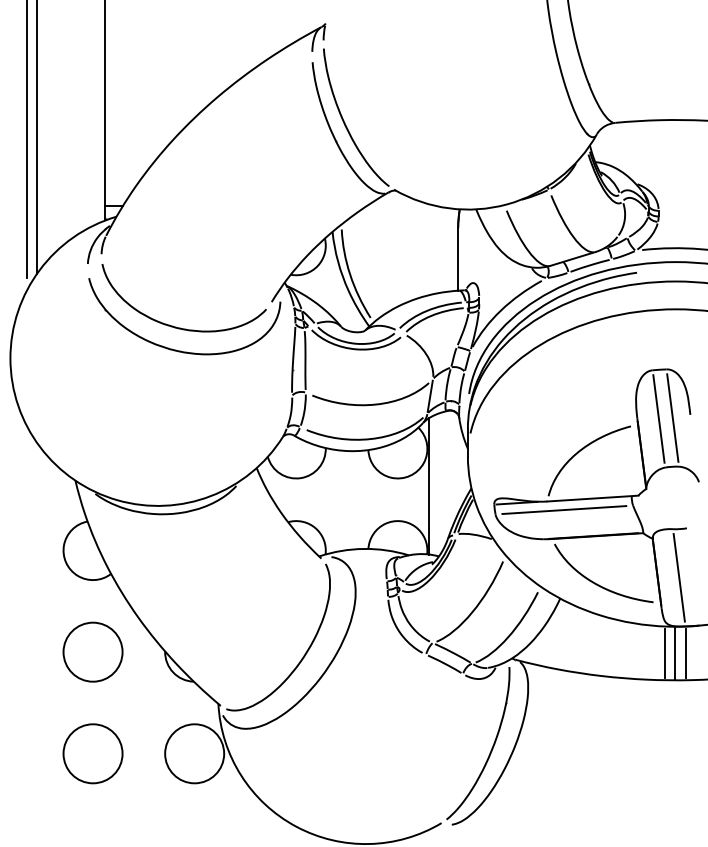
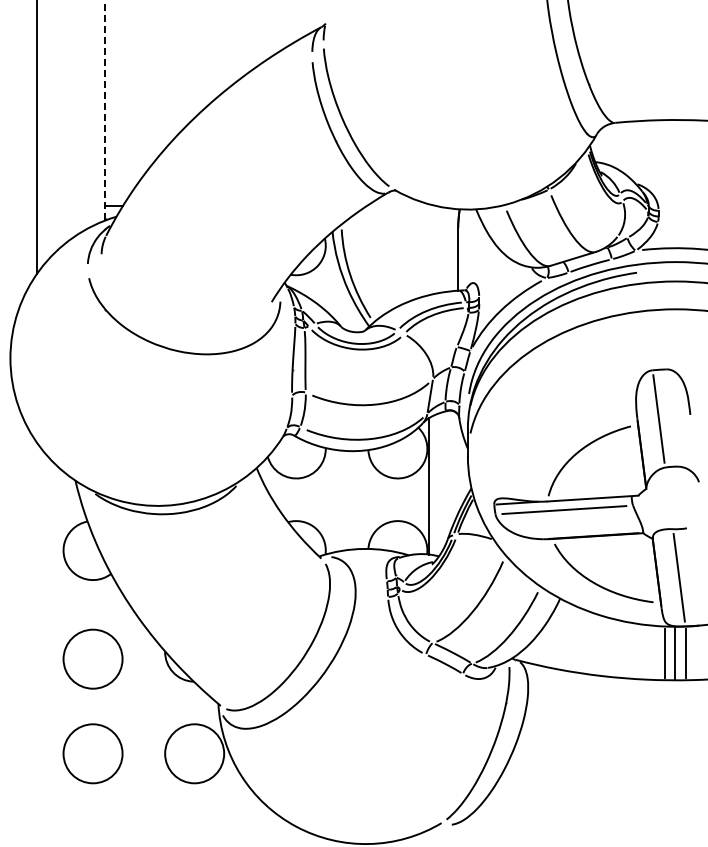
line at (105, 110): solid -> dashed
line at (26, 140): present -> none
curve at (176, 326): present -> none
line at (672, 417): present -> none
circle at (92, 651) position: (92, 651) -> (92, 658)
